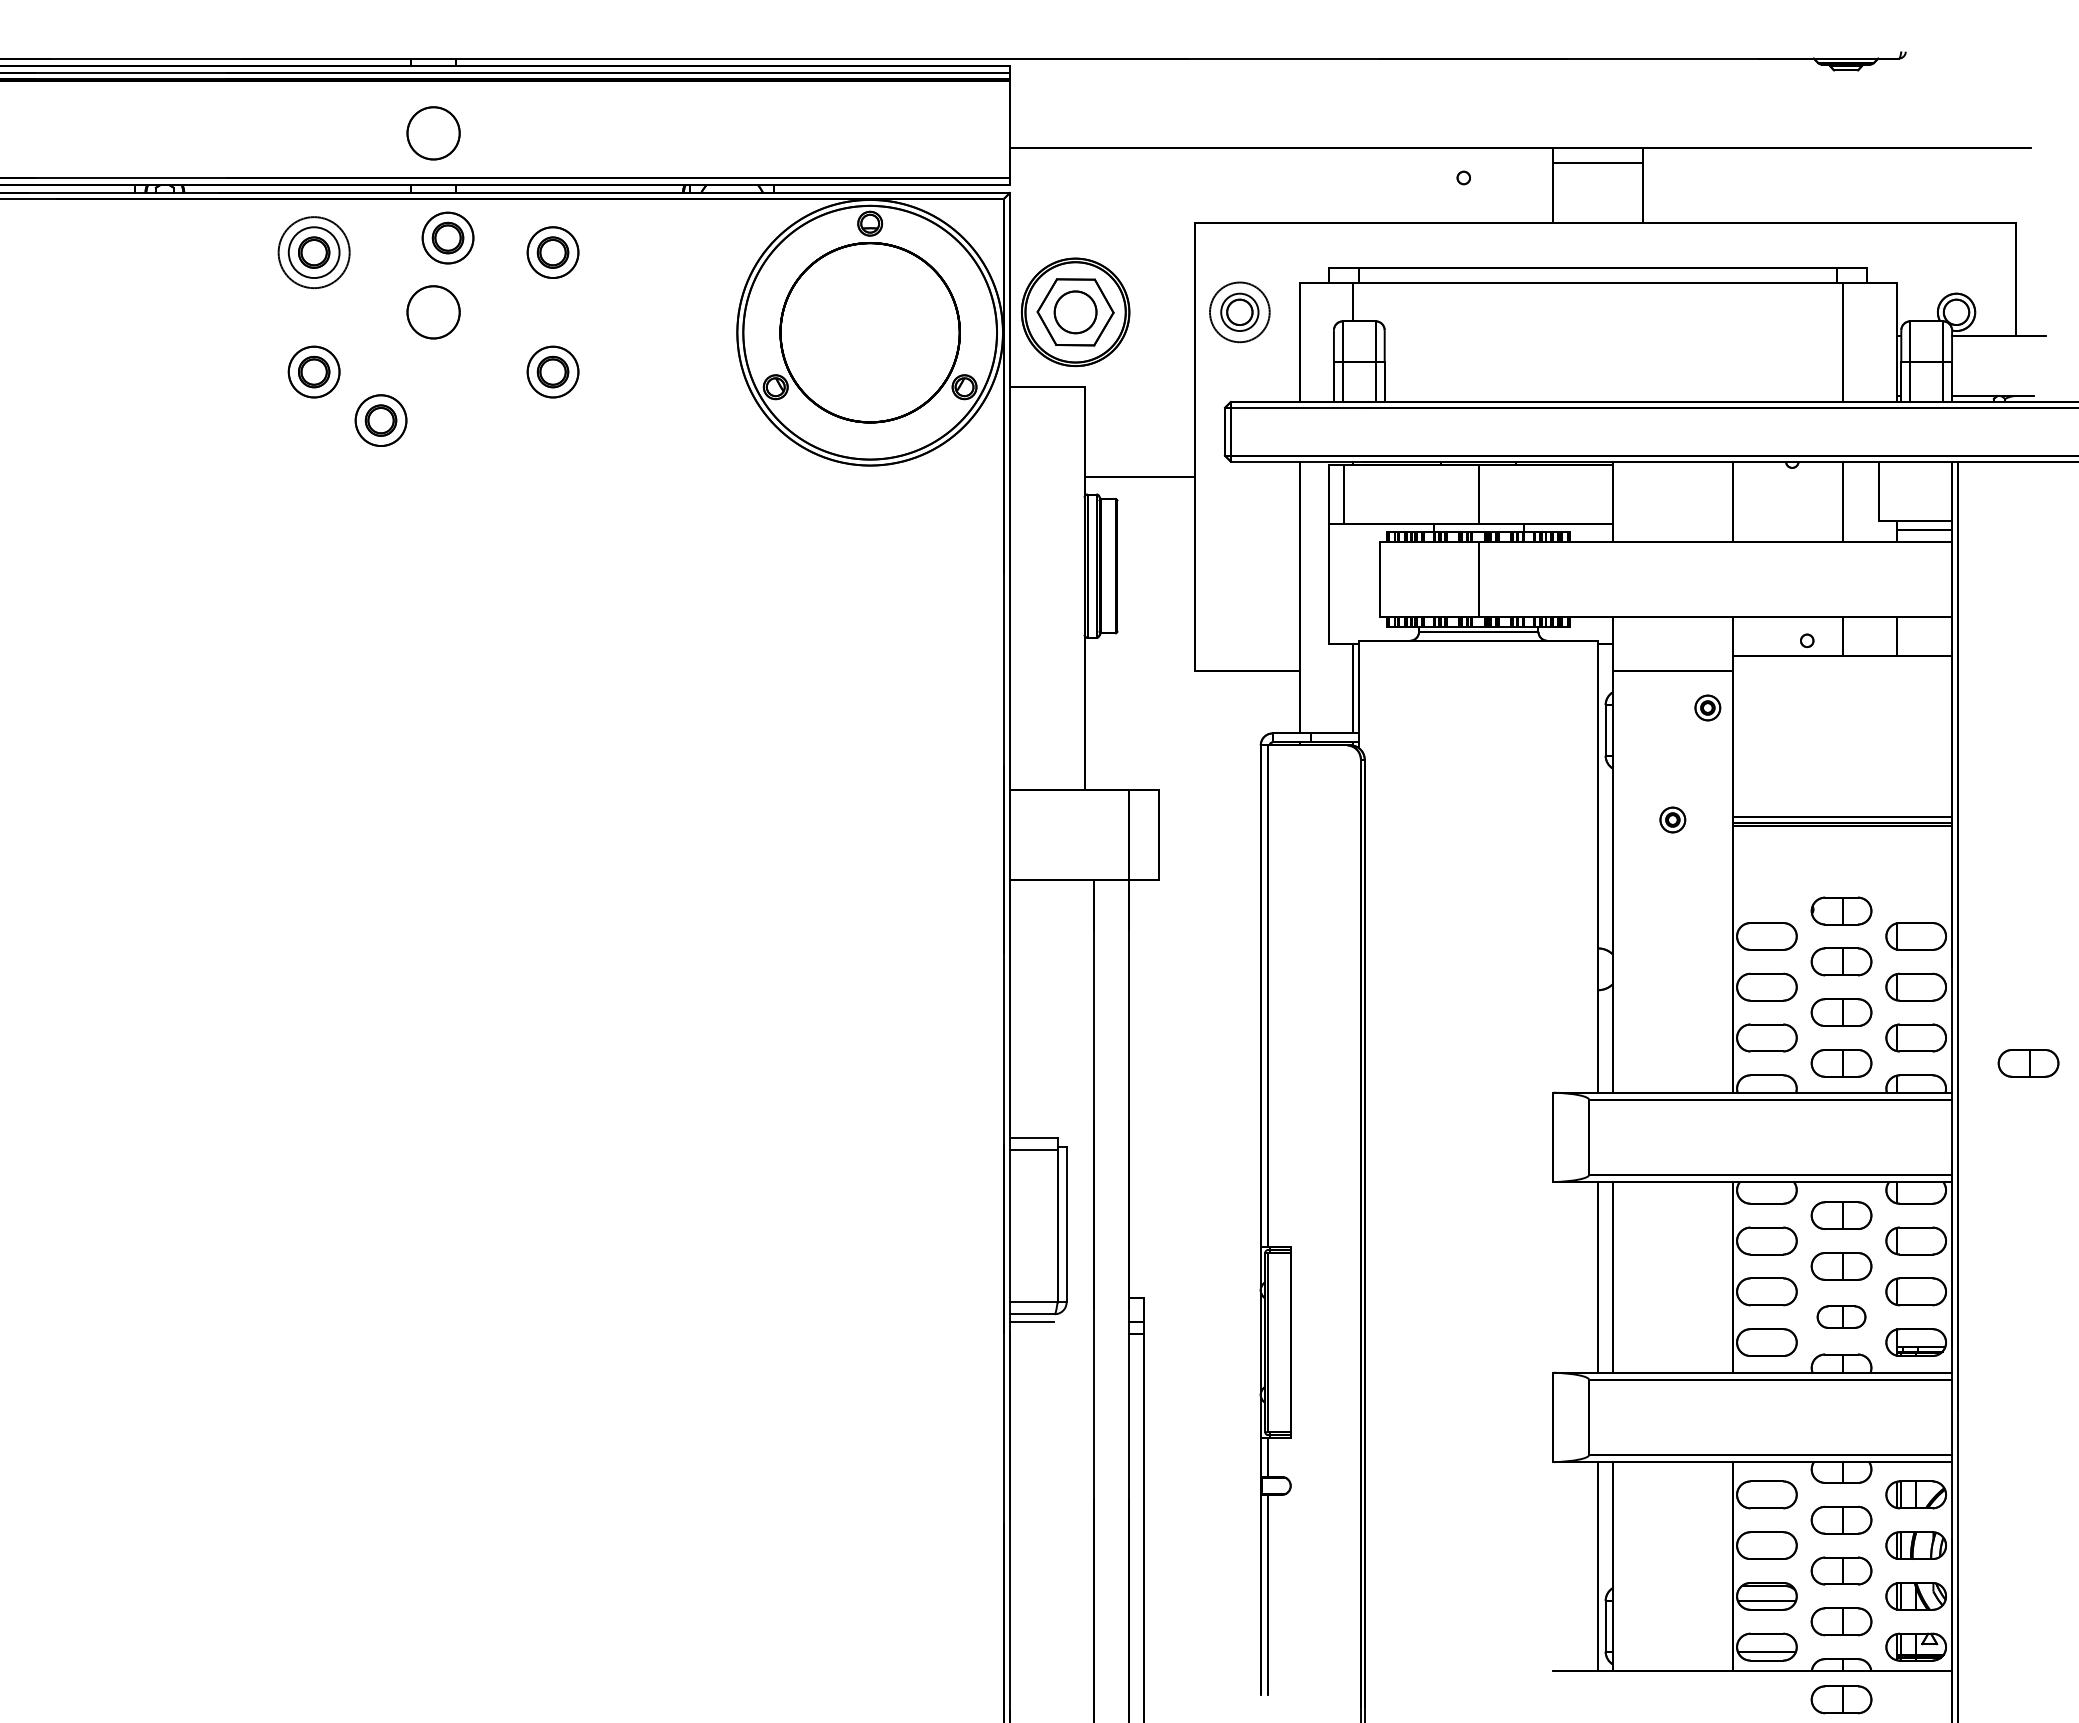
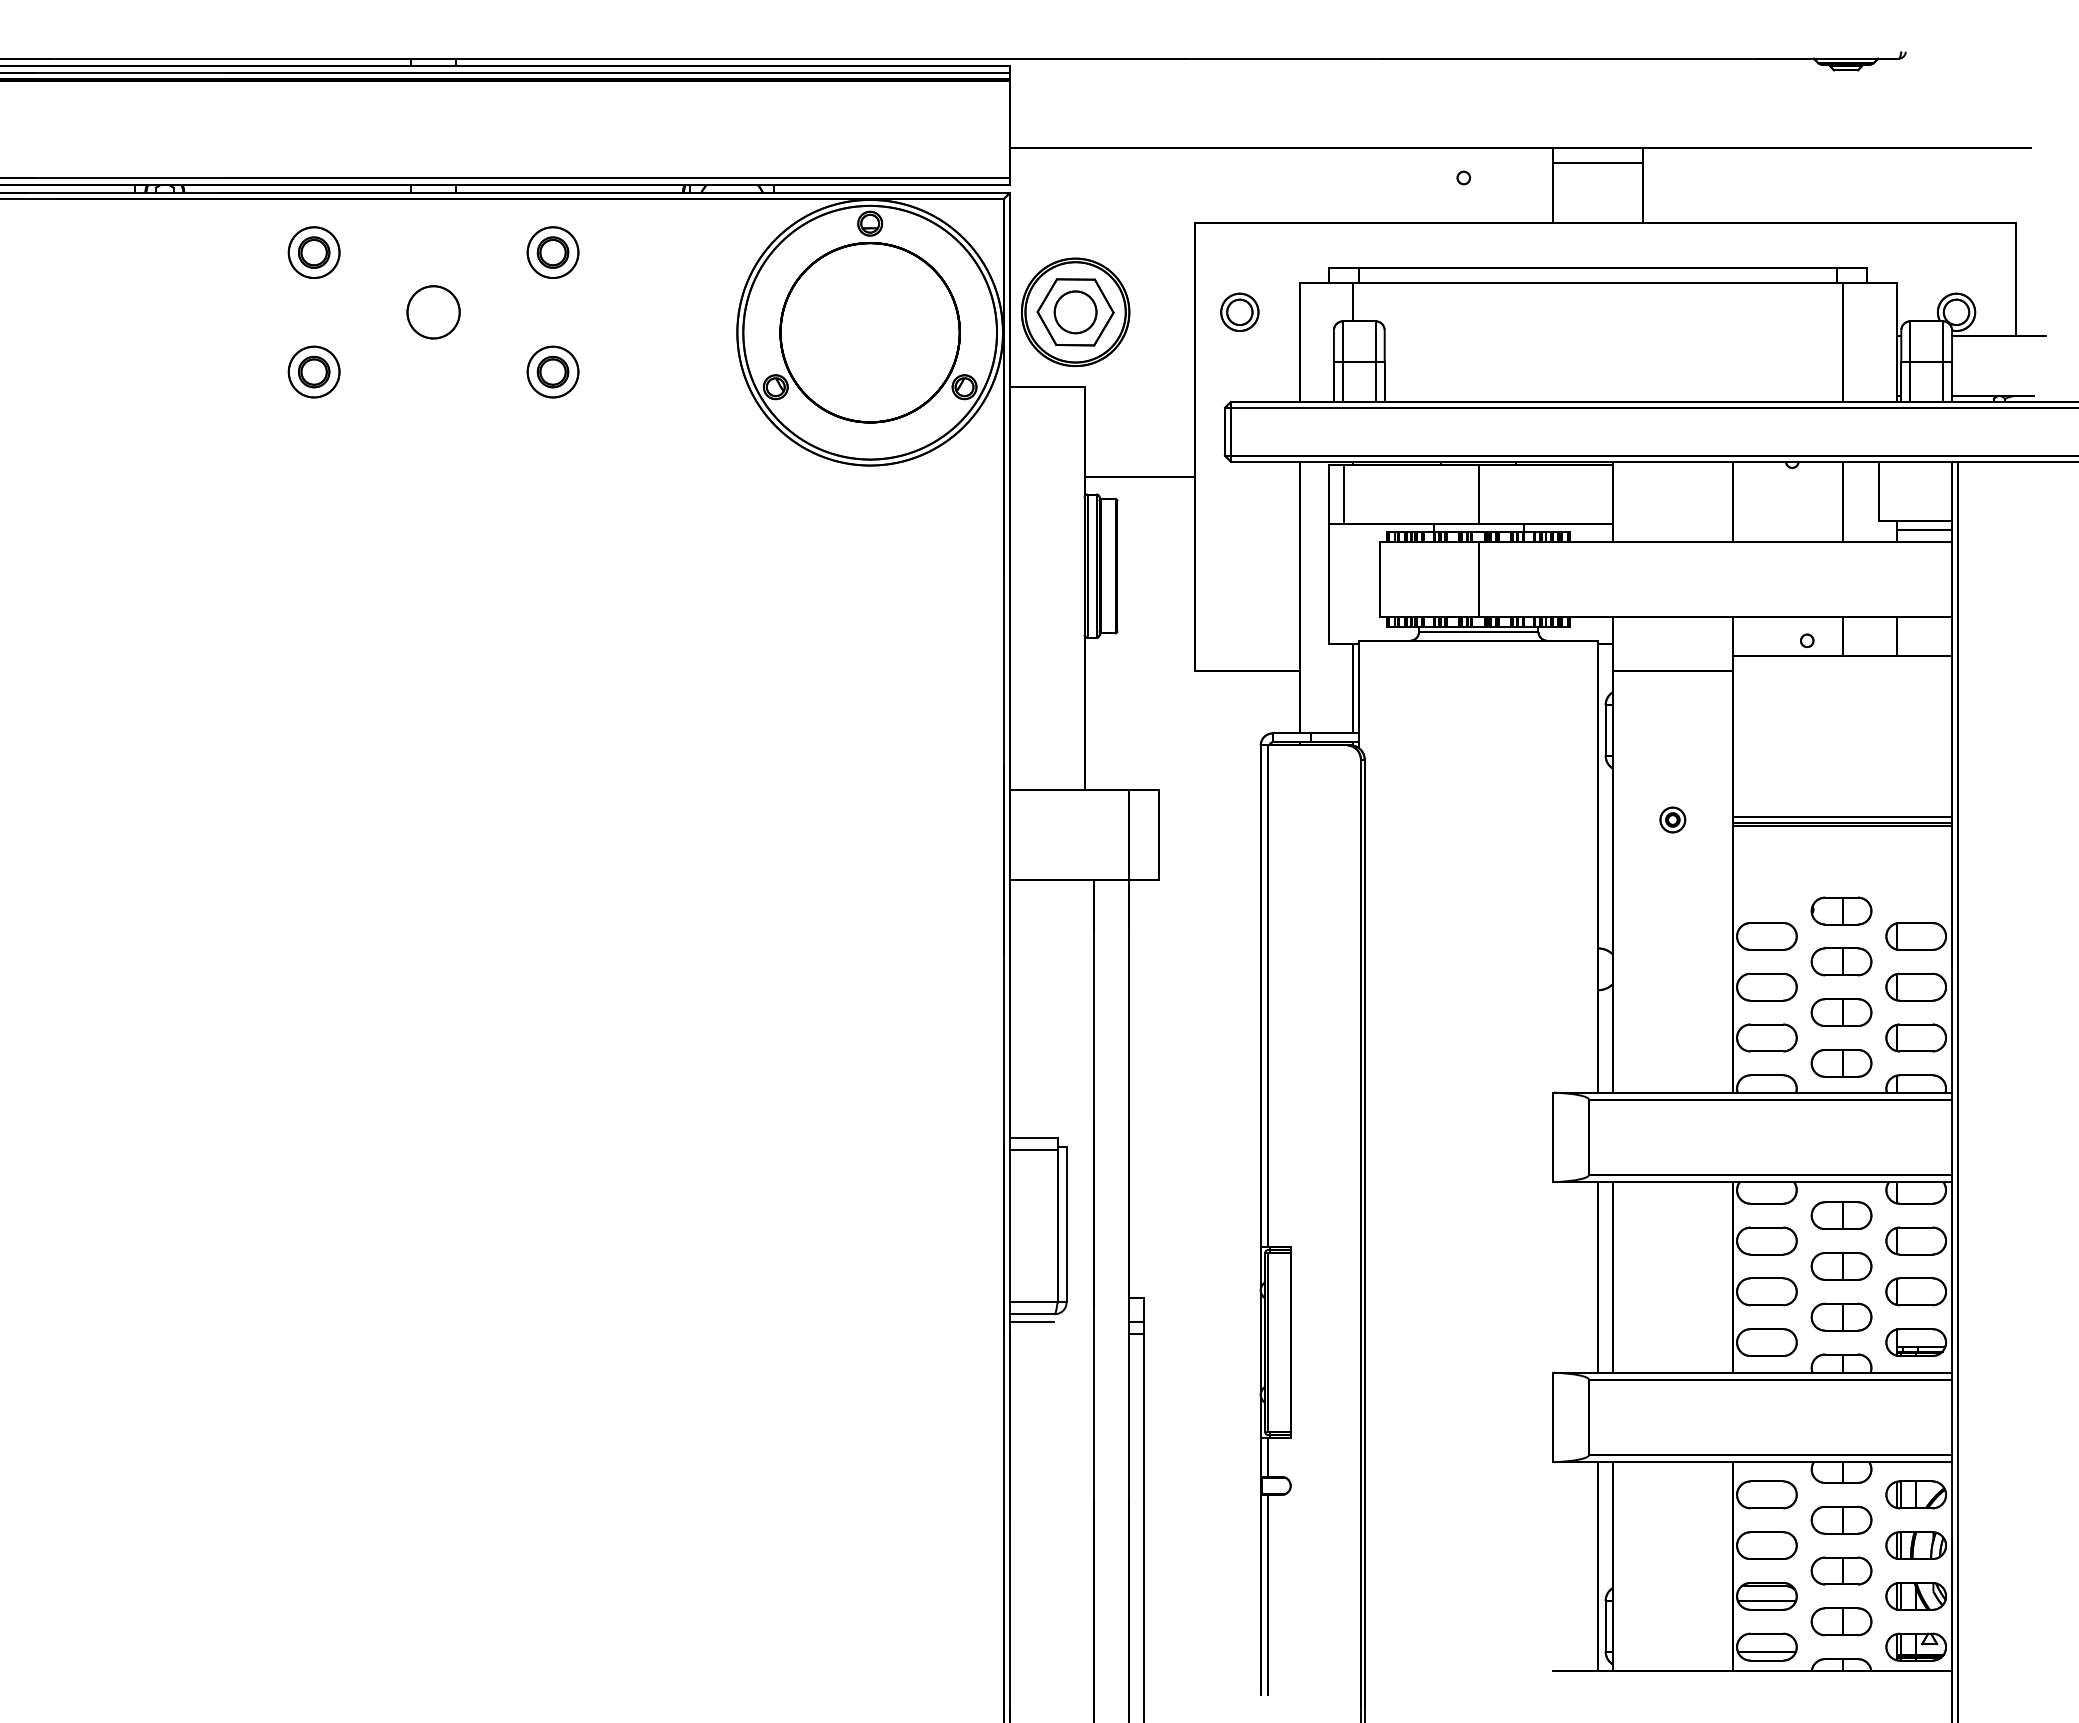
circle at (433, 133): present -> none
part at (447, 237): present -> none
circle at (313, 252) diameter: 71 px -> 51 px
circle at (1239, 312) diameter: 60 px -> 37 px
part at (380, 420): present -> none
part at (1707, 707): present -> none
part at (2028, 1063): present -> none
part at (1841, 1316) size: 51x24 px -> 63x30 px
part at (1841, 1699): present -> none
